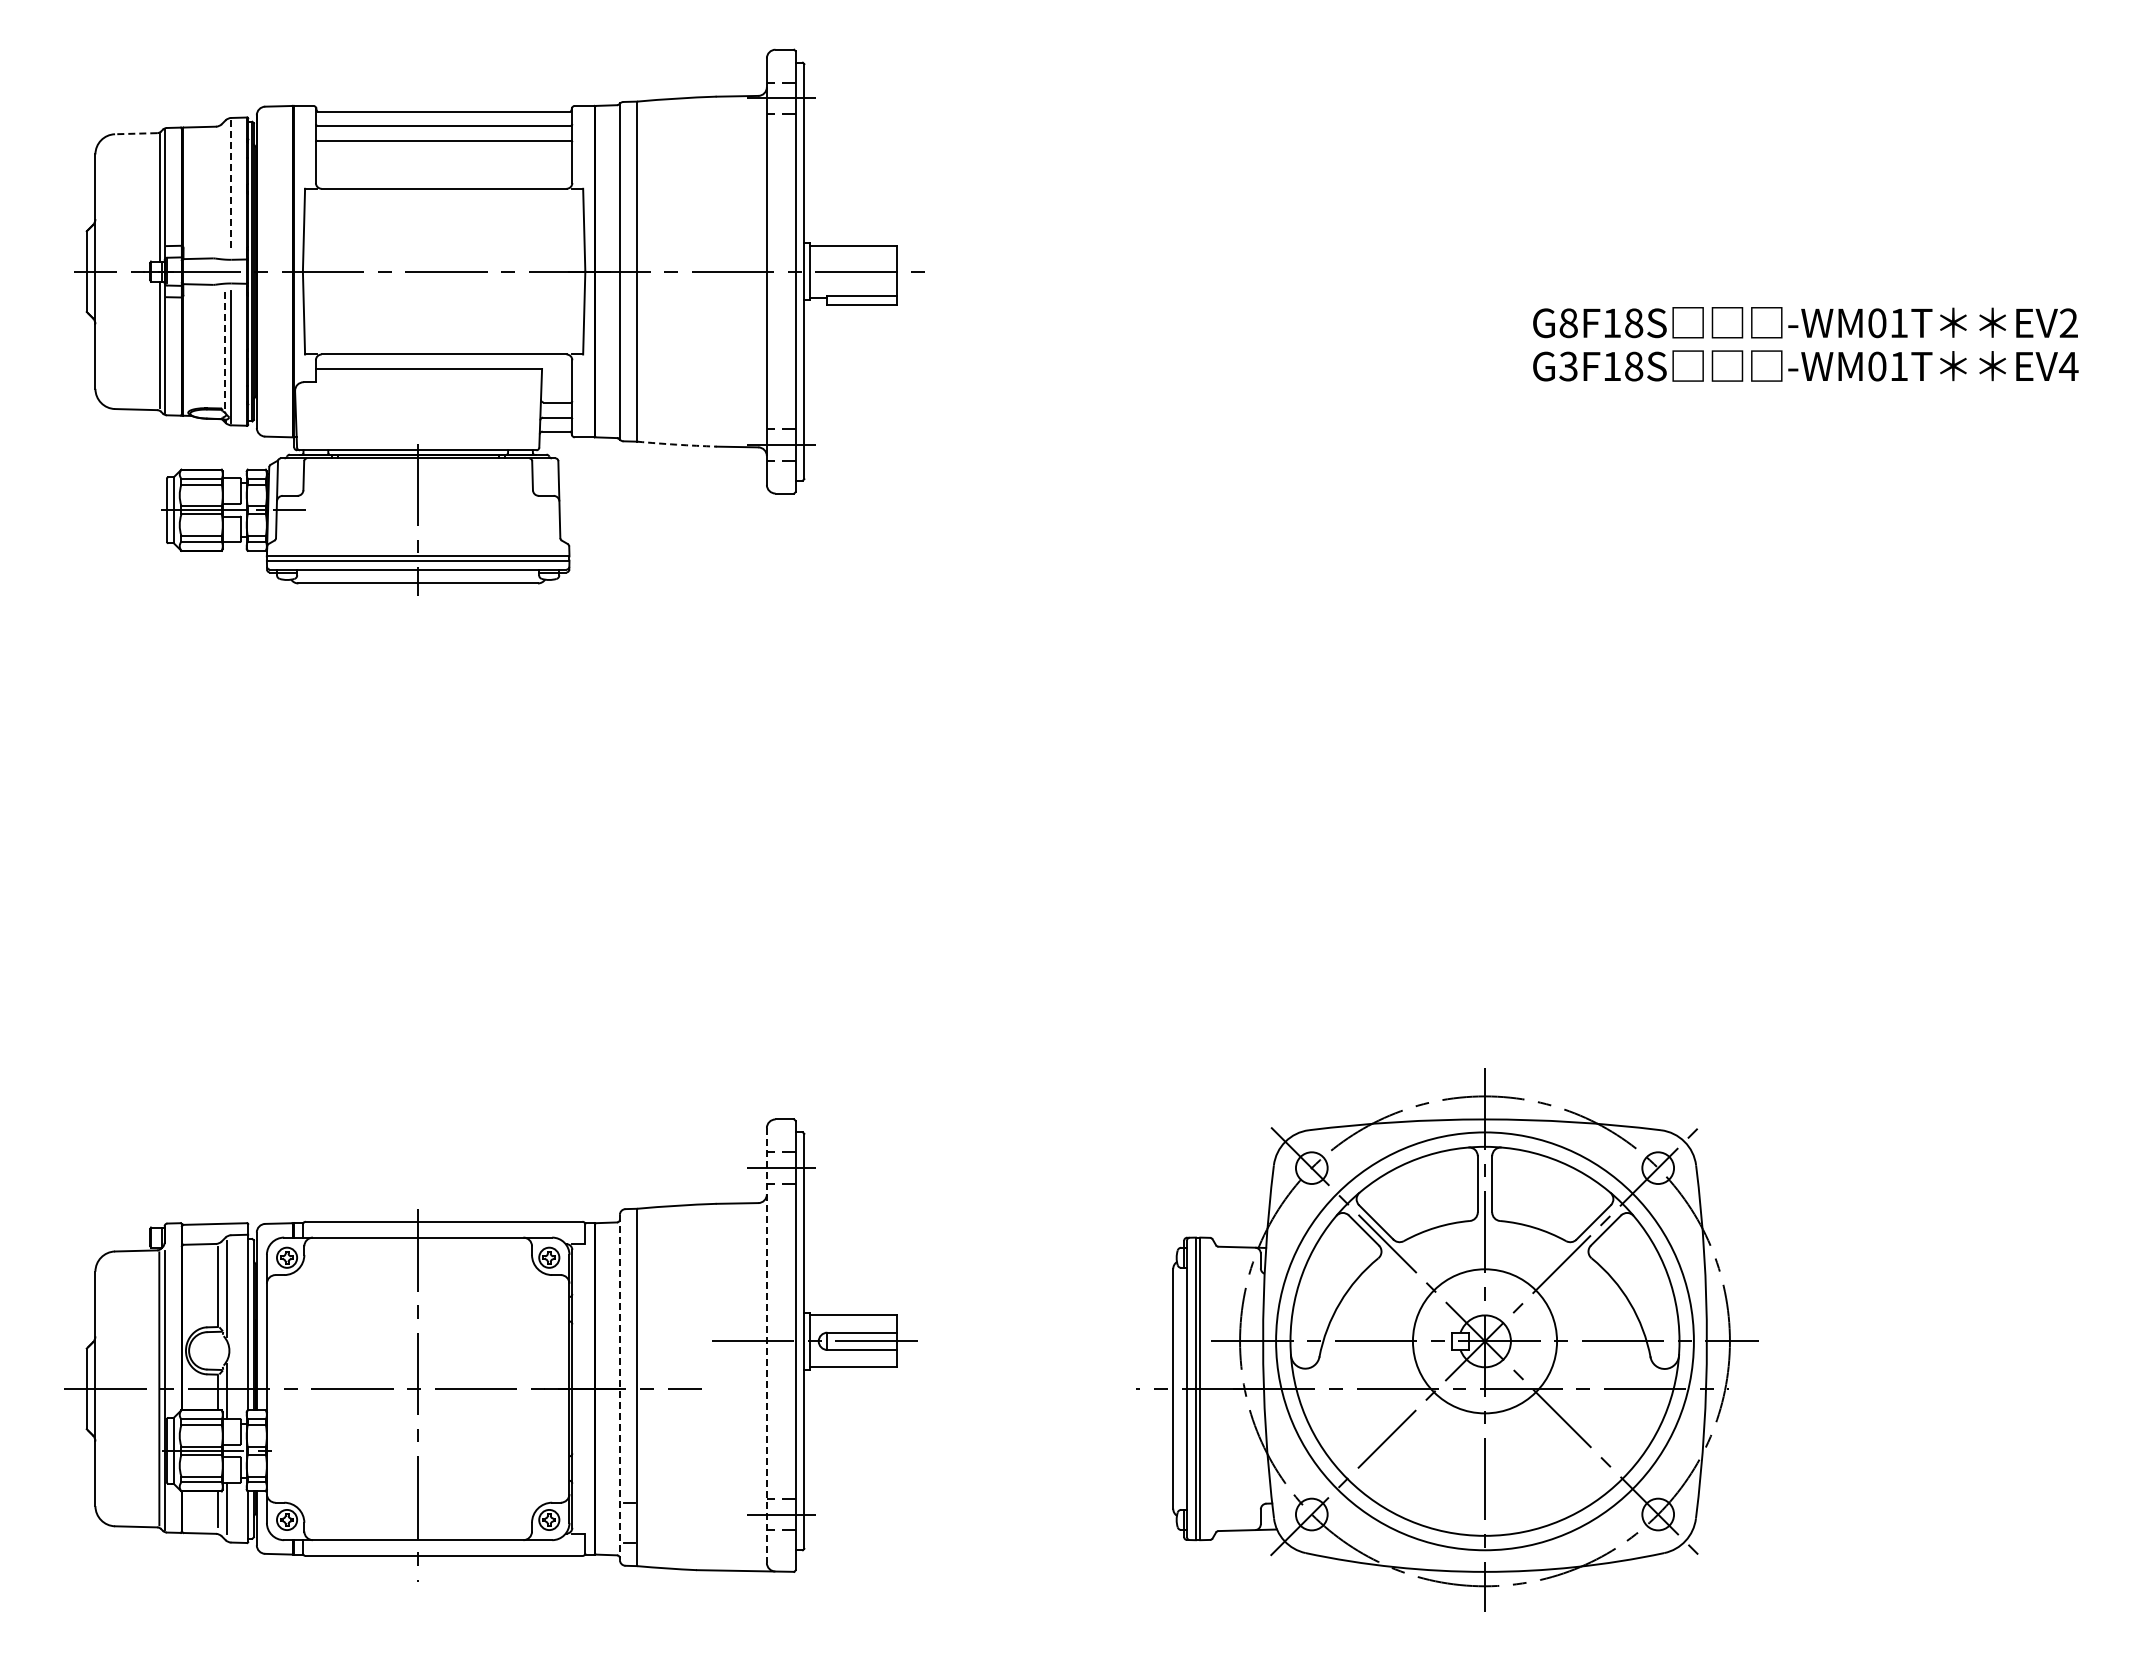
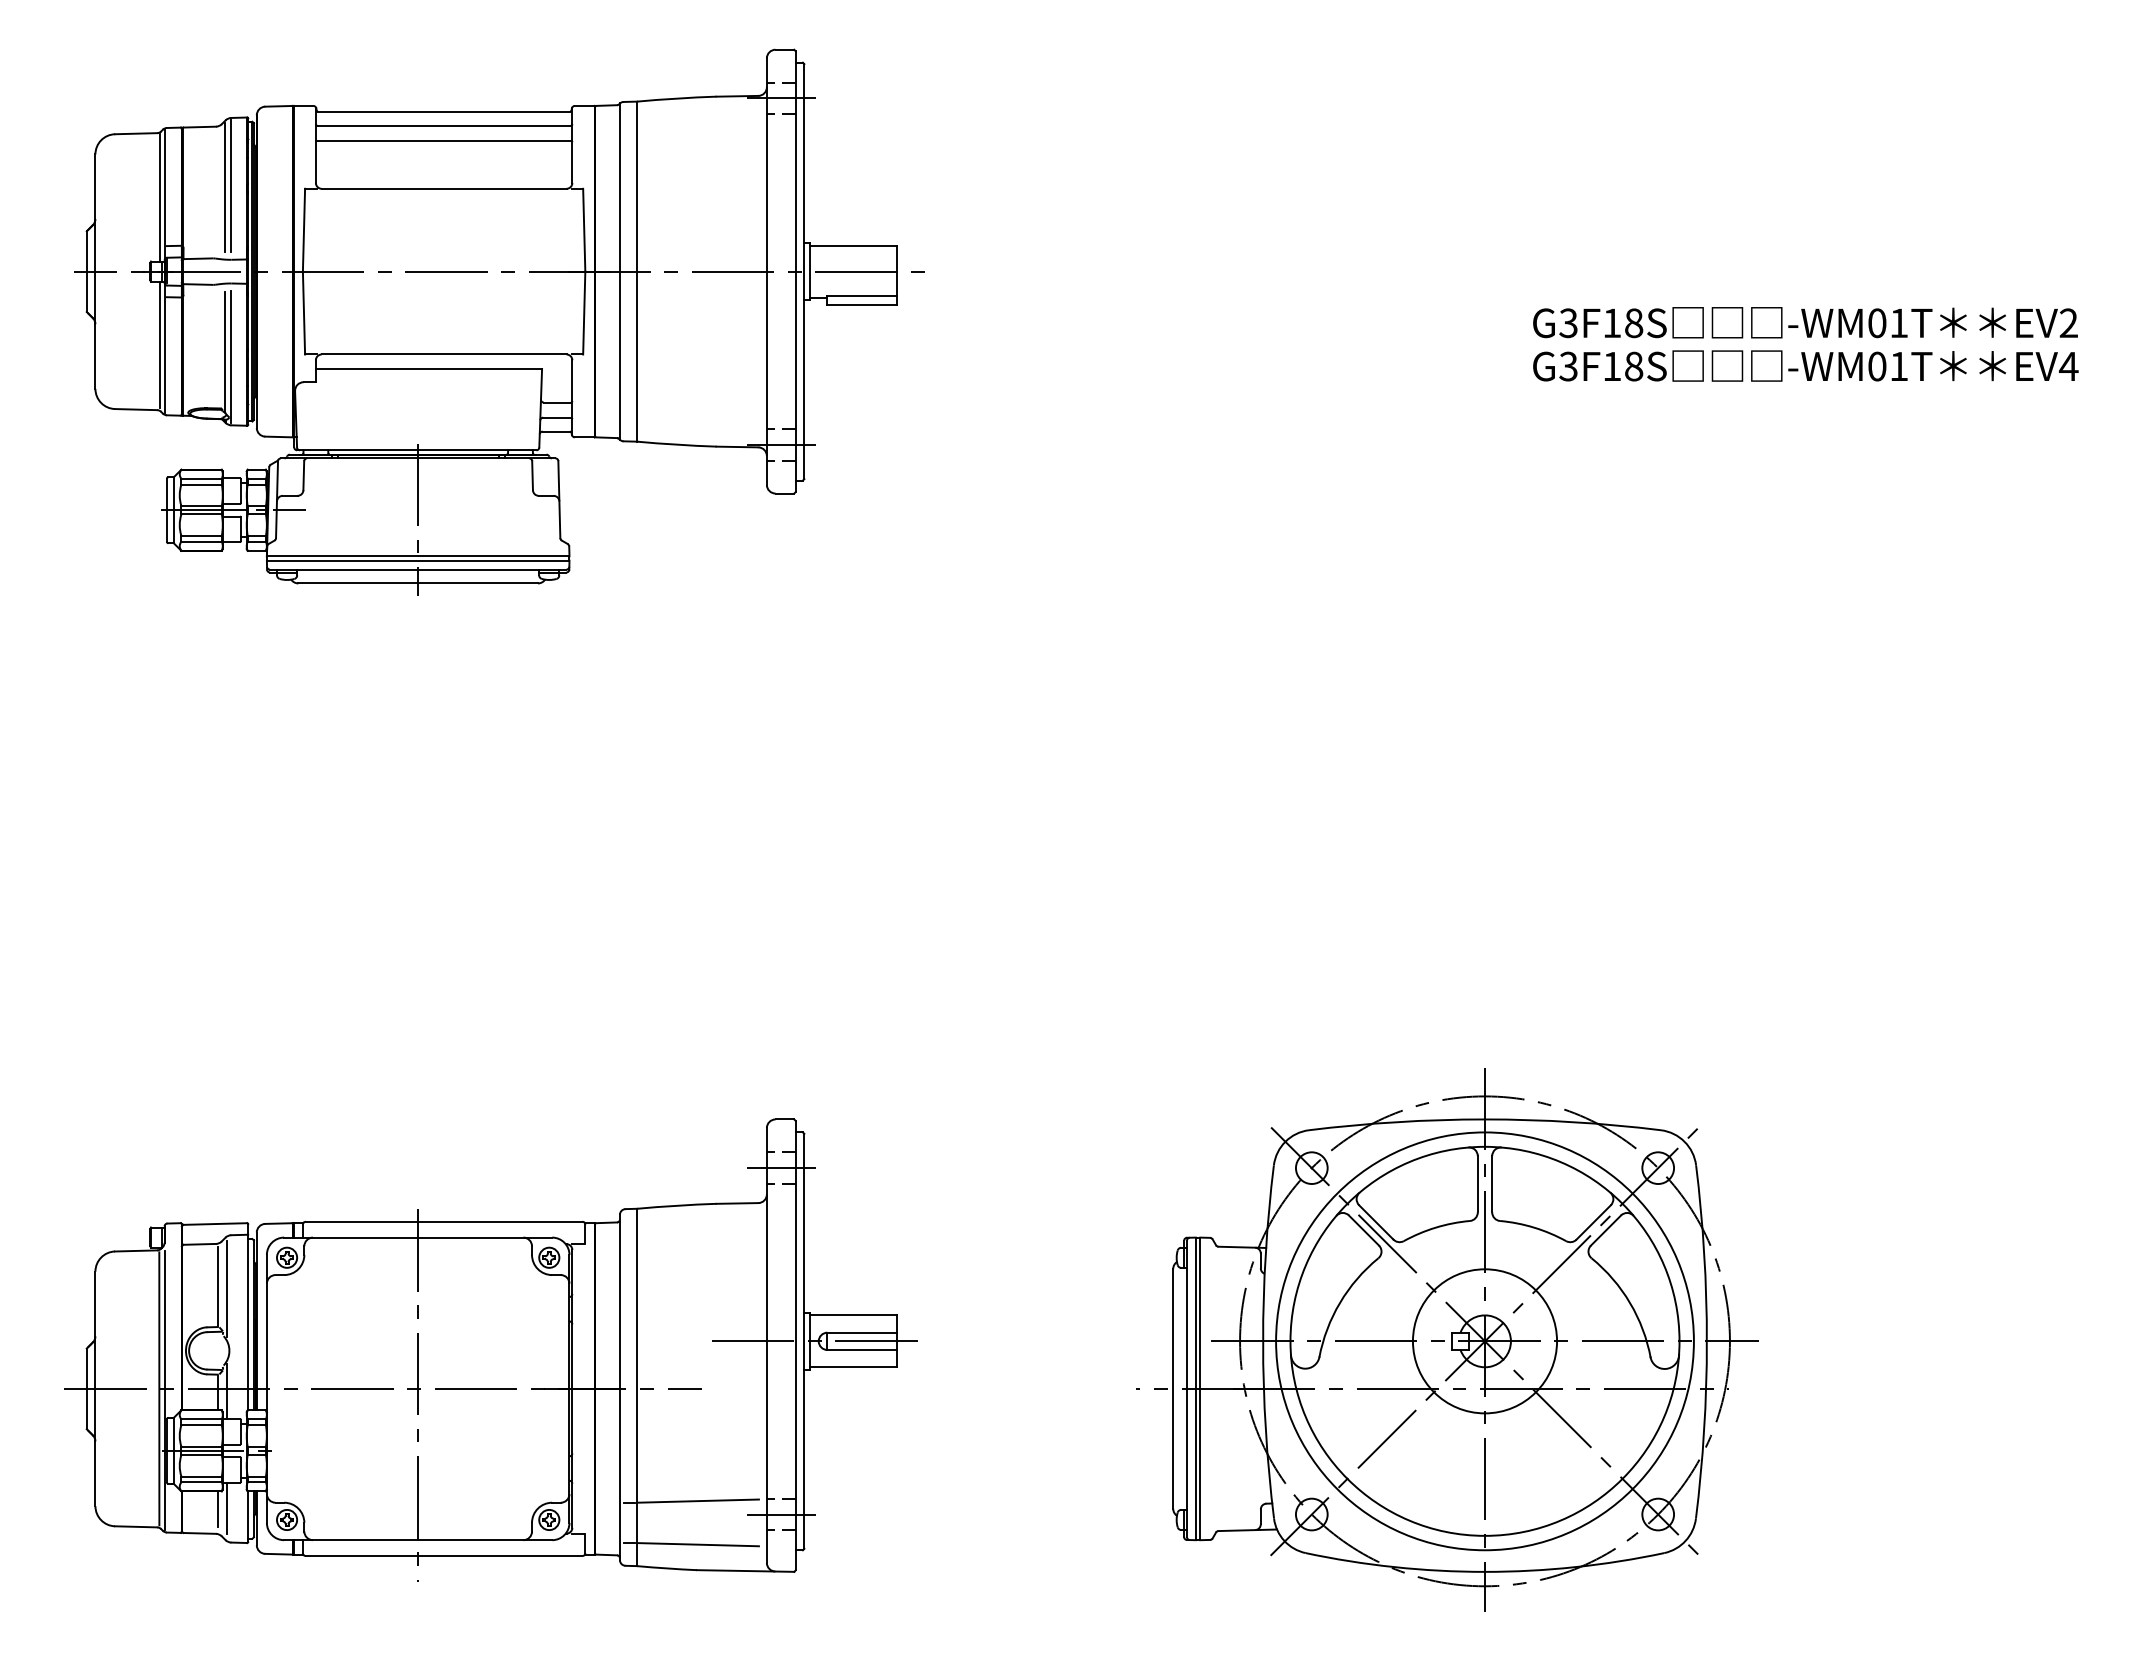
line at (135, 133): dashed -> solid
line at (225, 186): none -> present
line at (231, 186): dashed -> solid
text at (1568, 322): G8F18S -> G3F18S
line at (225, 351): dashed -> solid
arc at (676, 444): dashed -> solid
line at (766, 1346): dashed -> solid
line at (619, 1387): dashed -> solid
line at (697, 1500): none -> present
line at (697, 1544): none -> present
